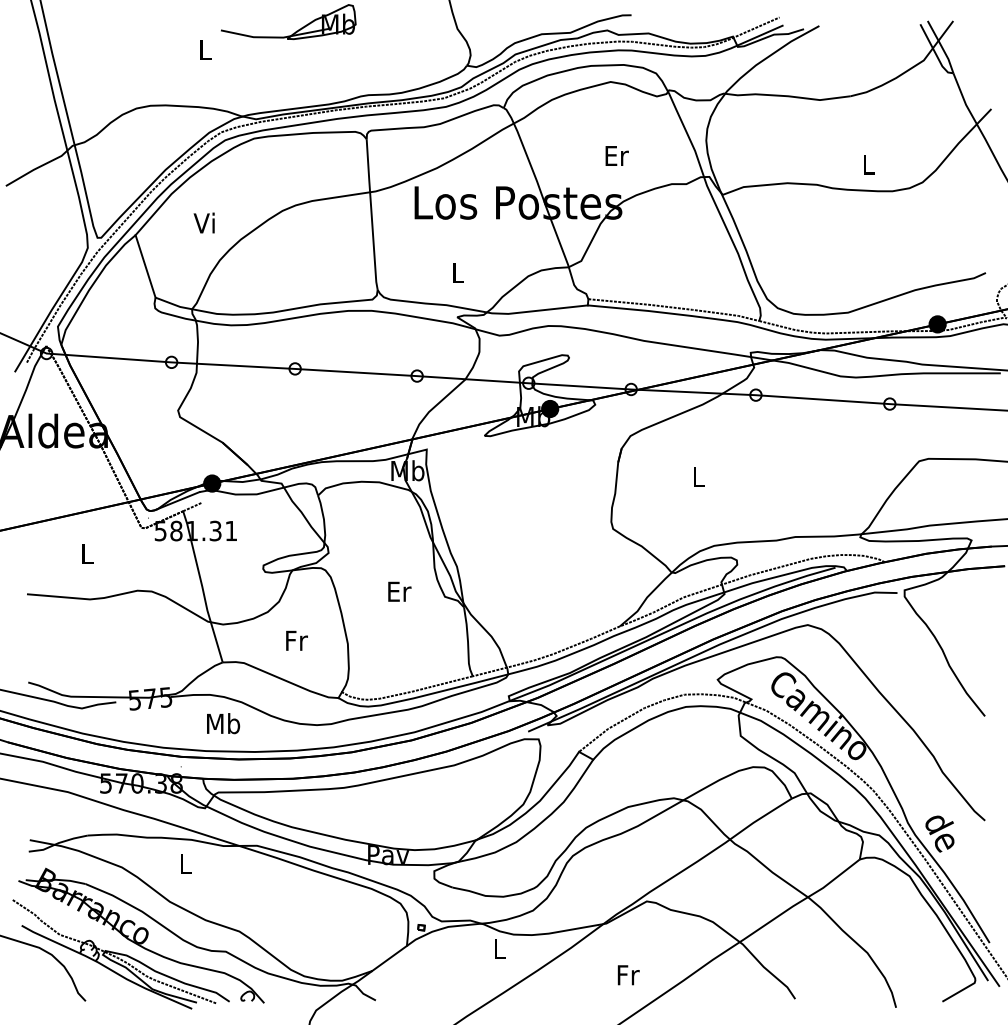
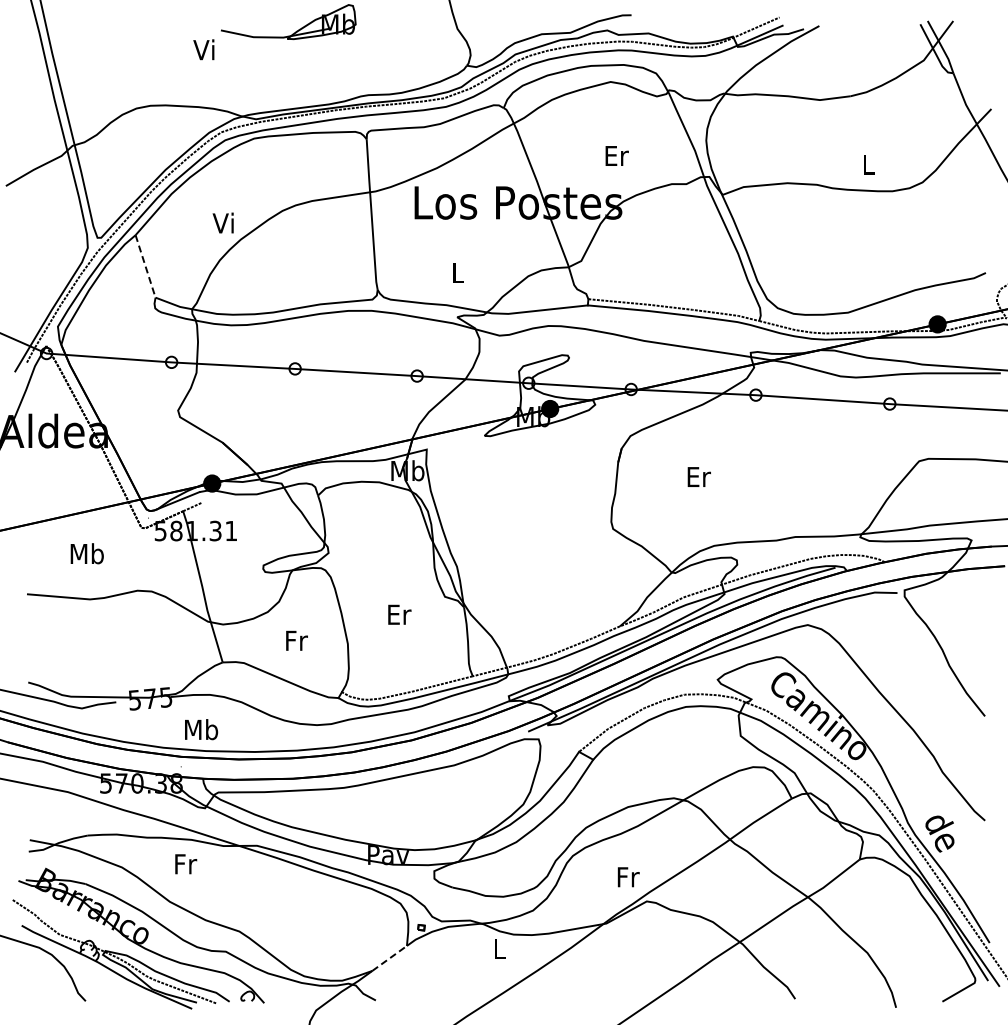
text at (203, 49): L -> Vi
text at (203, 222) position: (203, 222) -> (222, 222)
line at (145, 266): solid -> dashed
text at (698, 476): L -> Er
text at (86, 553): L -> Mb
text at (399, 591) position: (399, 591) -> (399, 614)
text at (223, 723) position: (223, 723) -> (201, 729)
text at (186, 864): L -> Fr
line at (390, 958): solid -> dashed
text at (628, 975) position: (628, 975) -> (628, 877)
